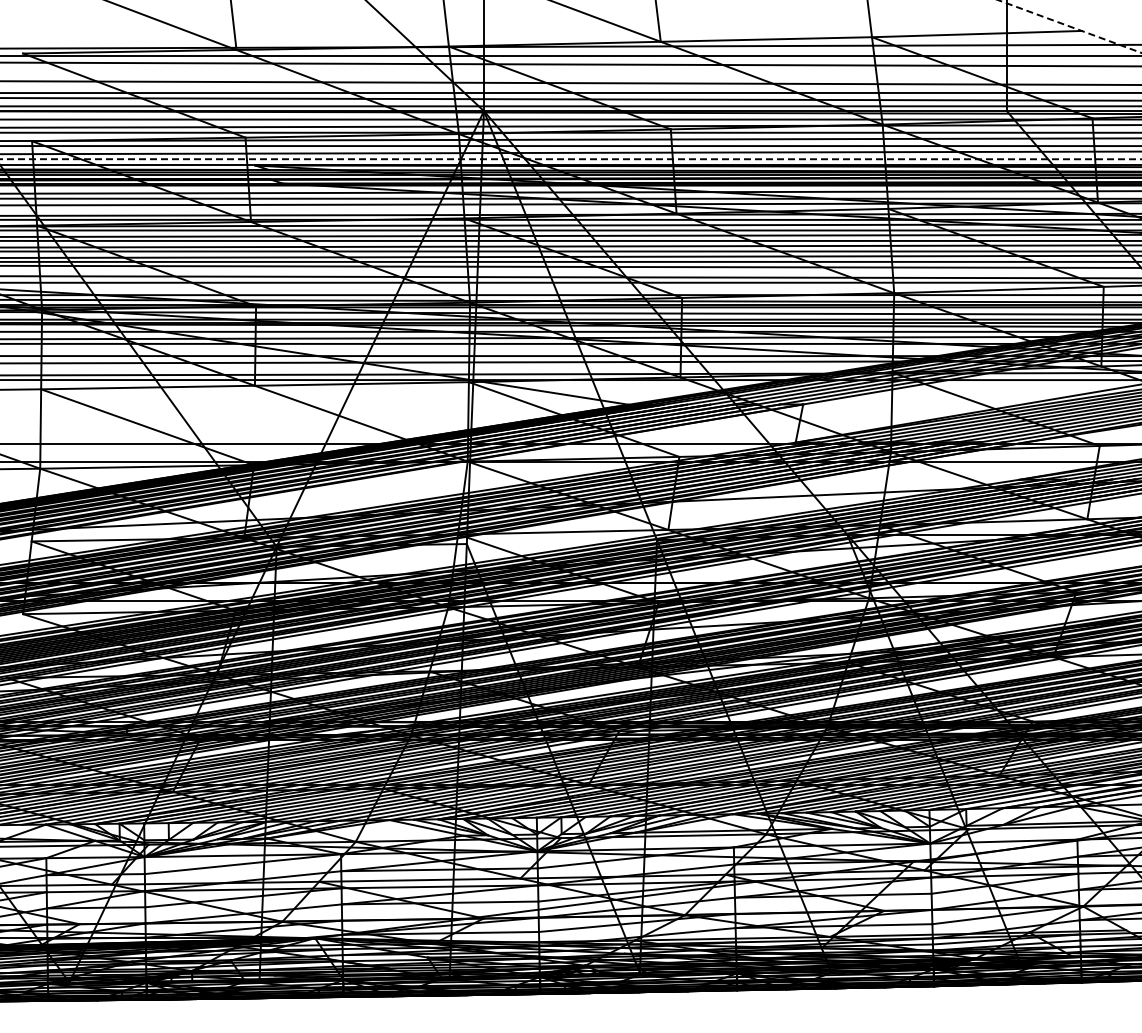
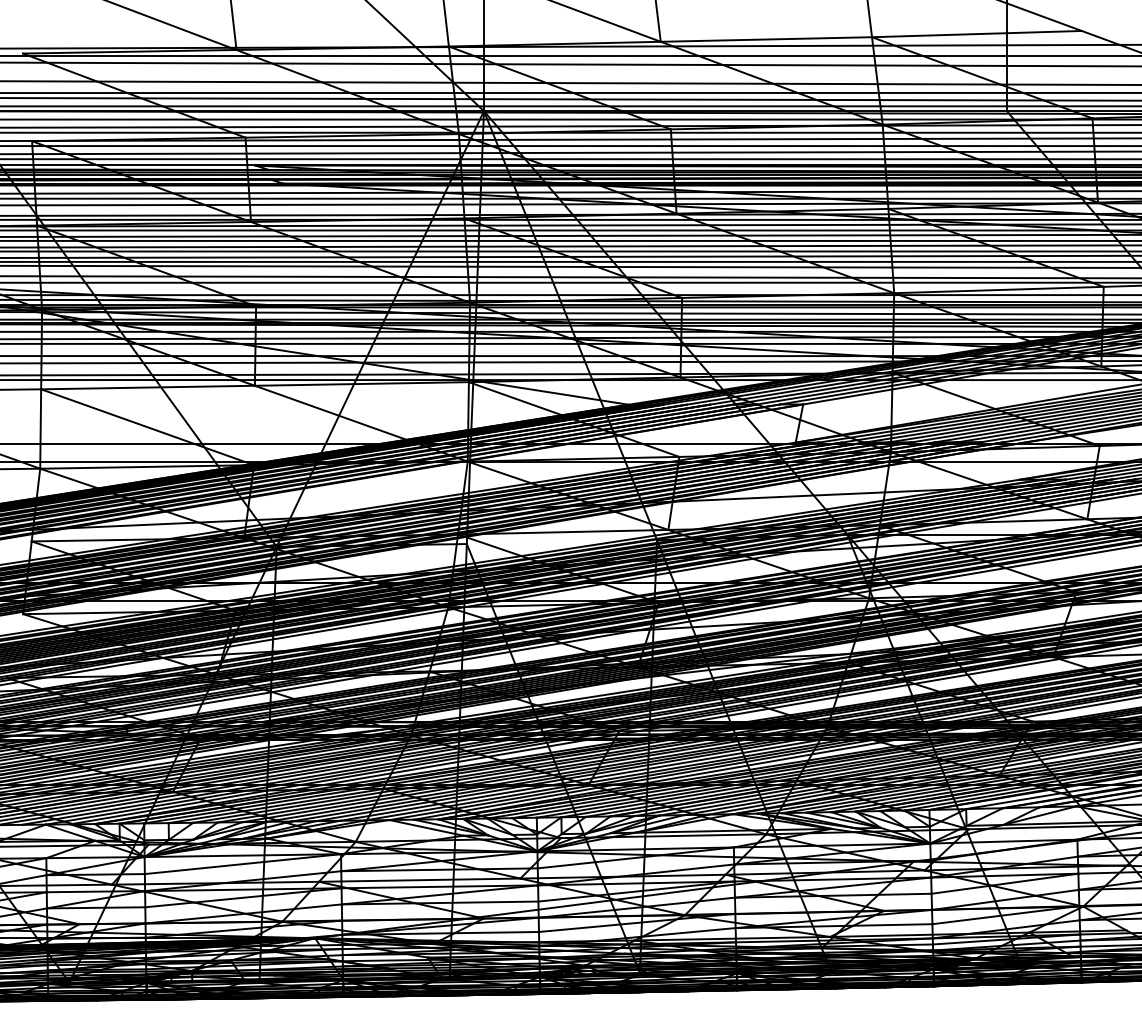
line at (1070, 26): dashed -> solid
line at (571, 159): dashed -> solid
